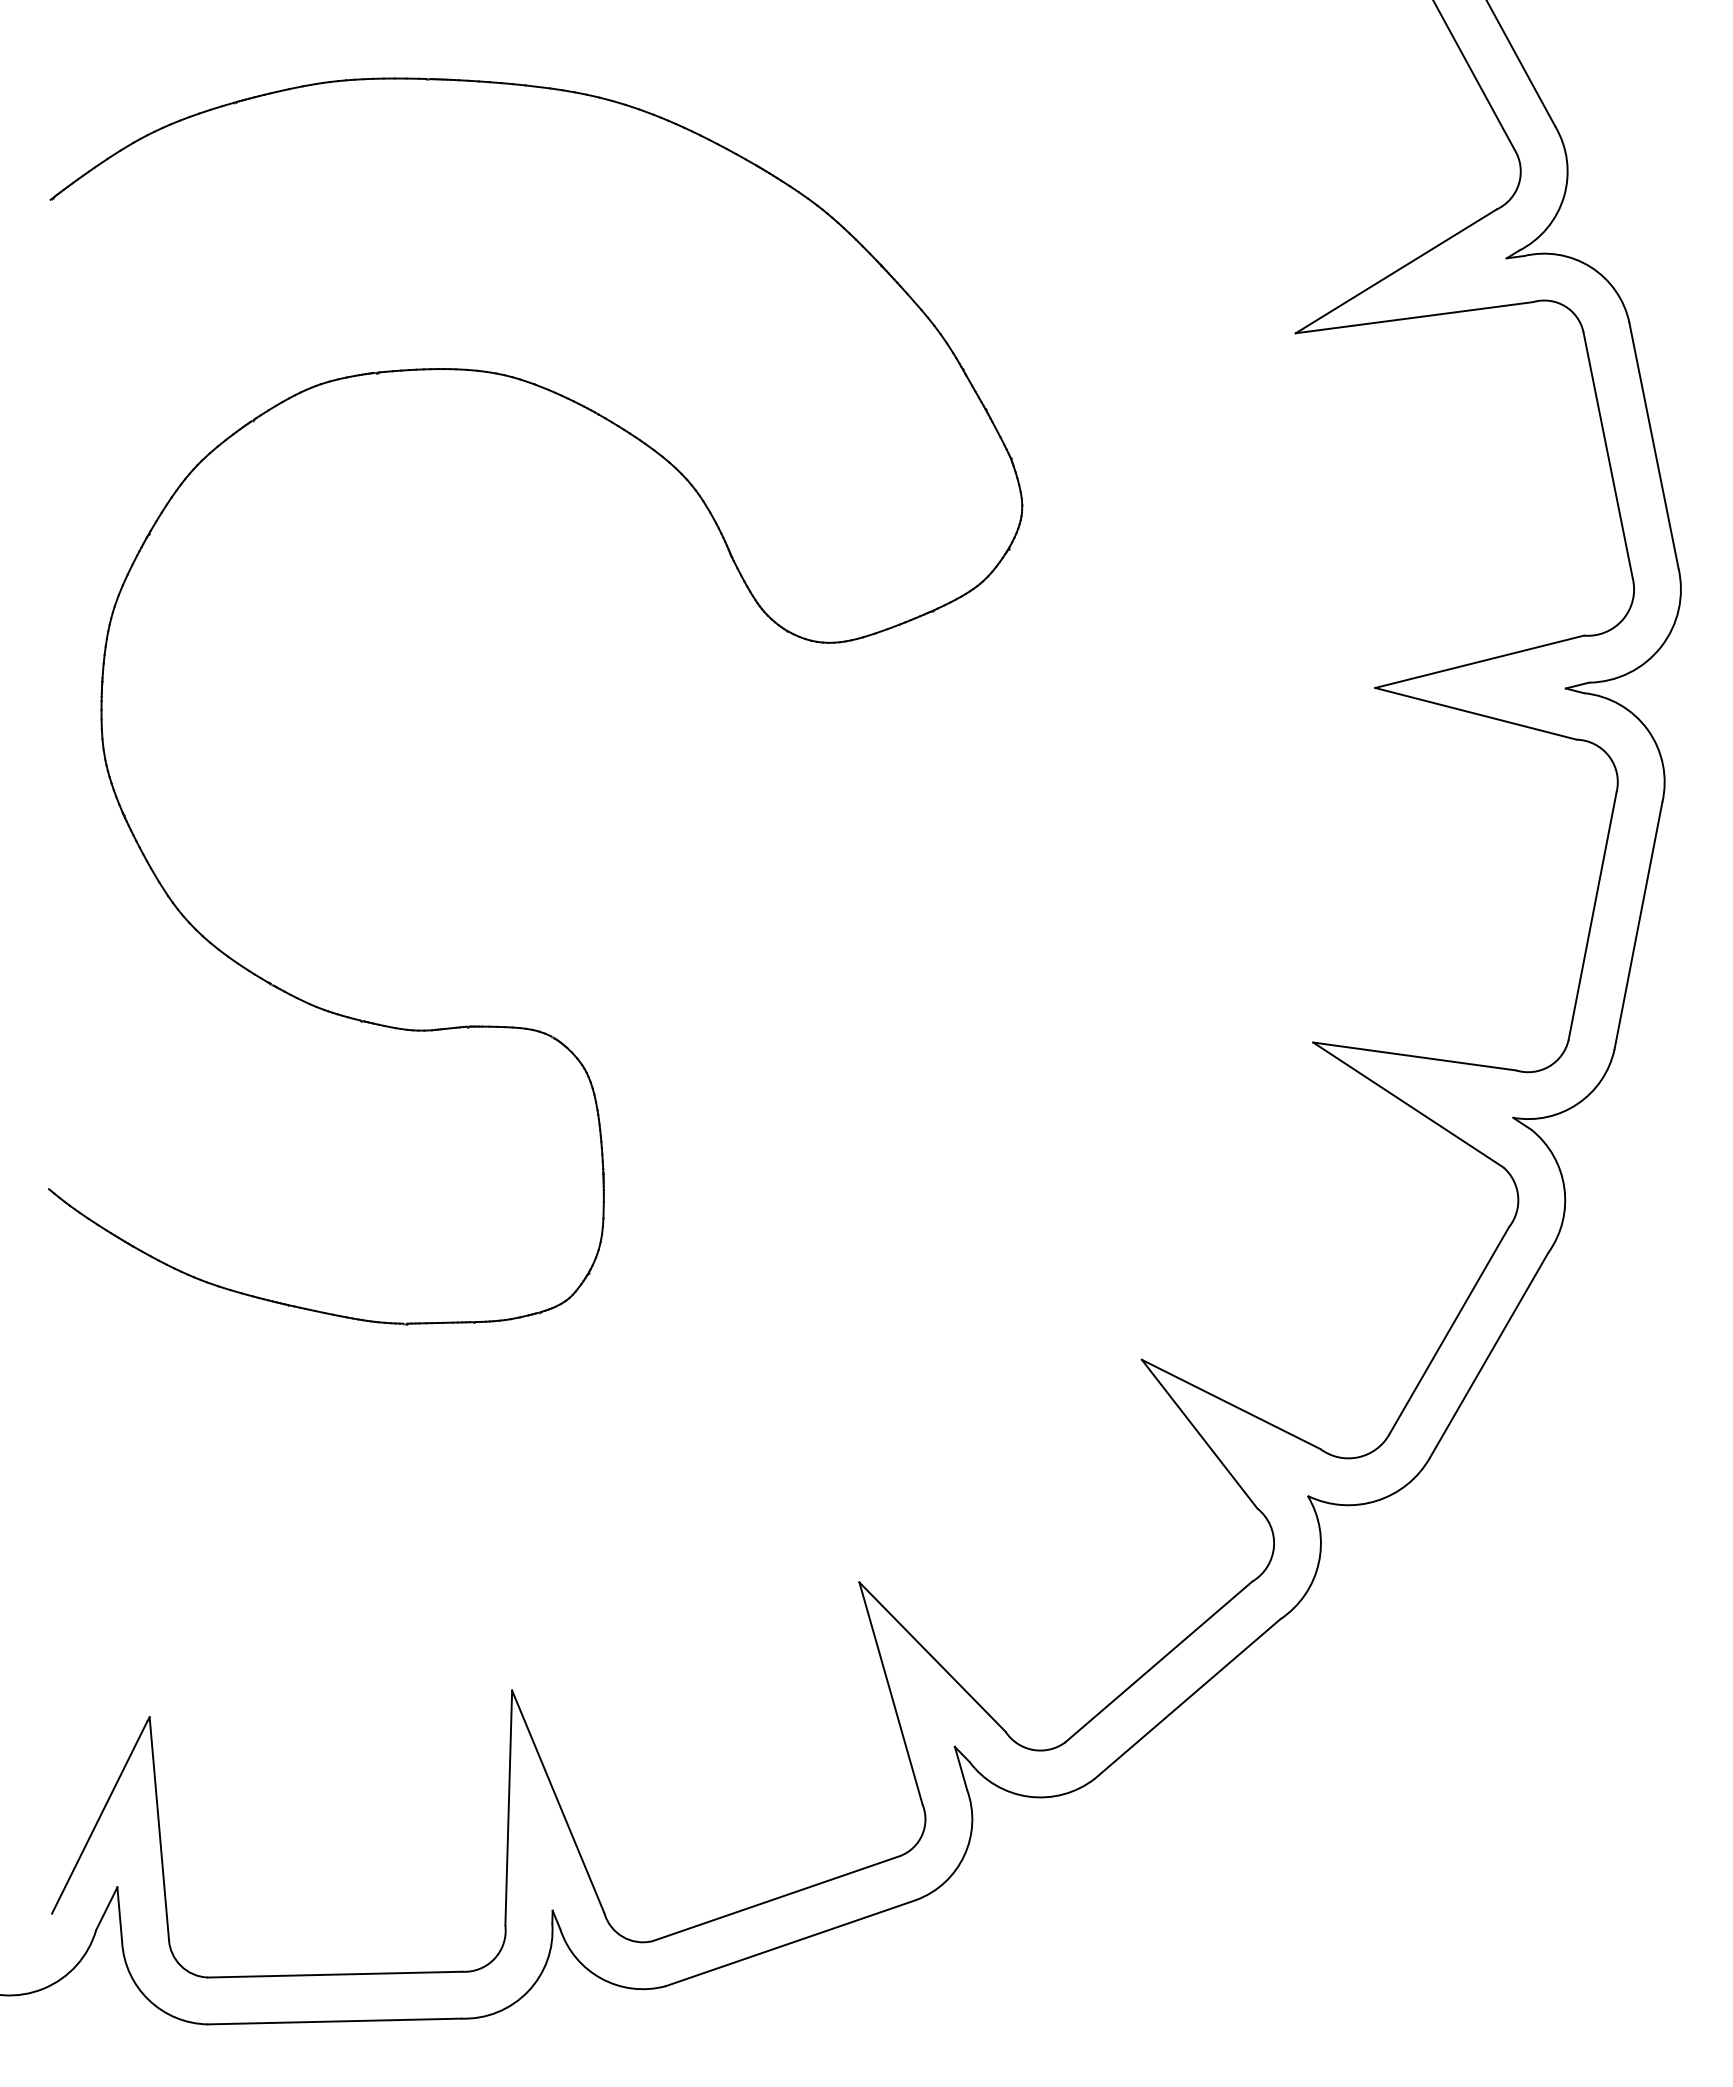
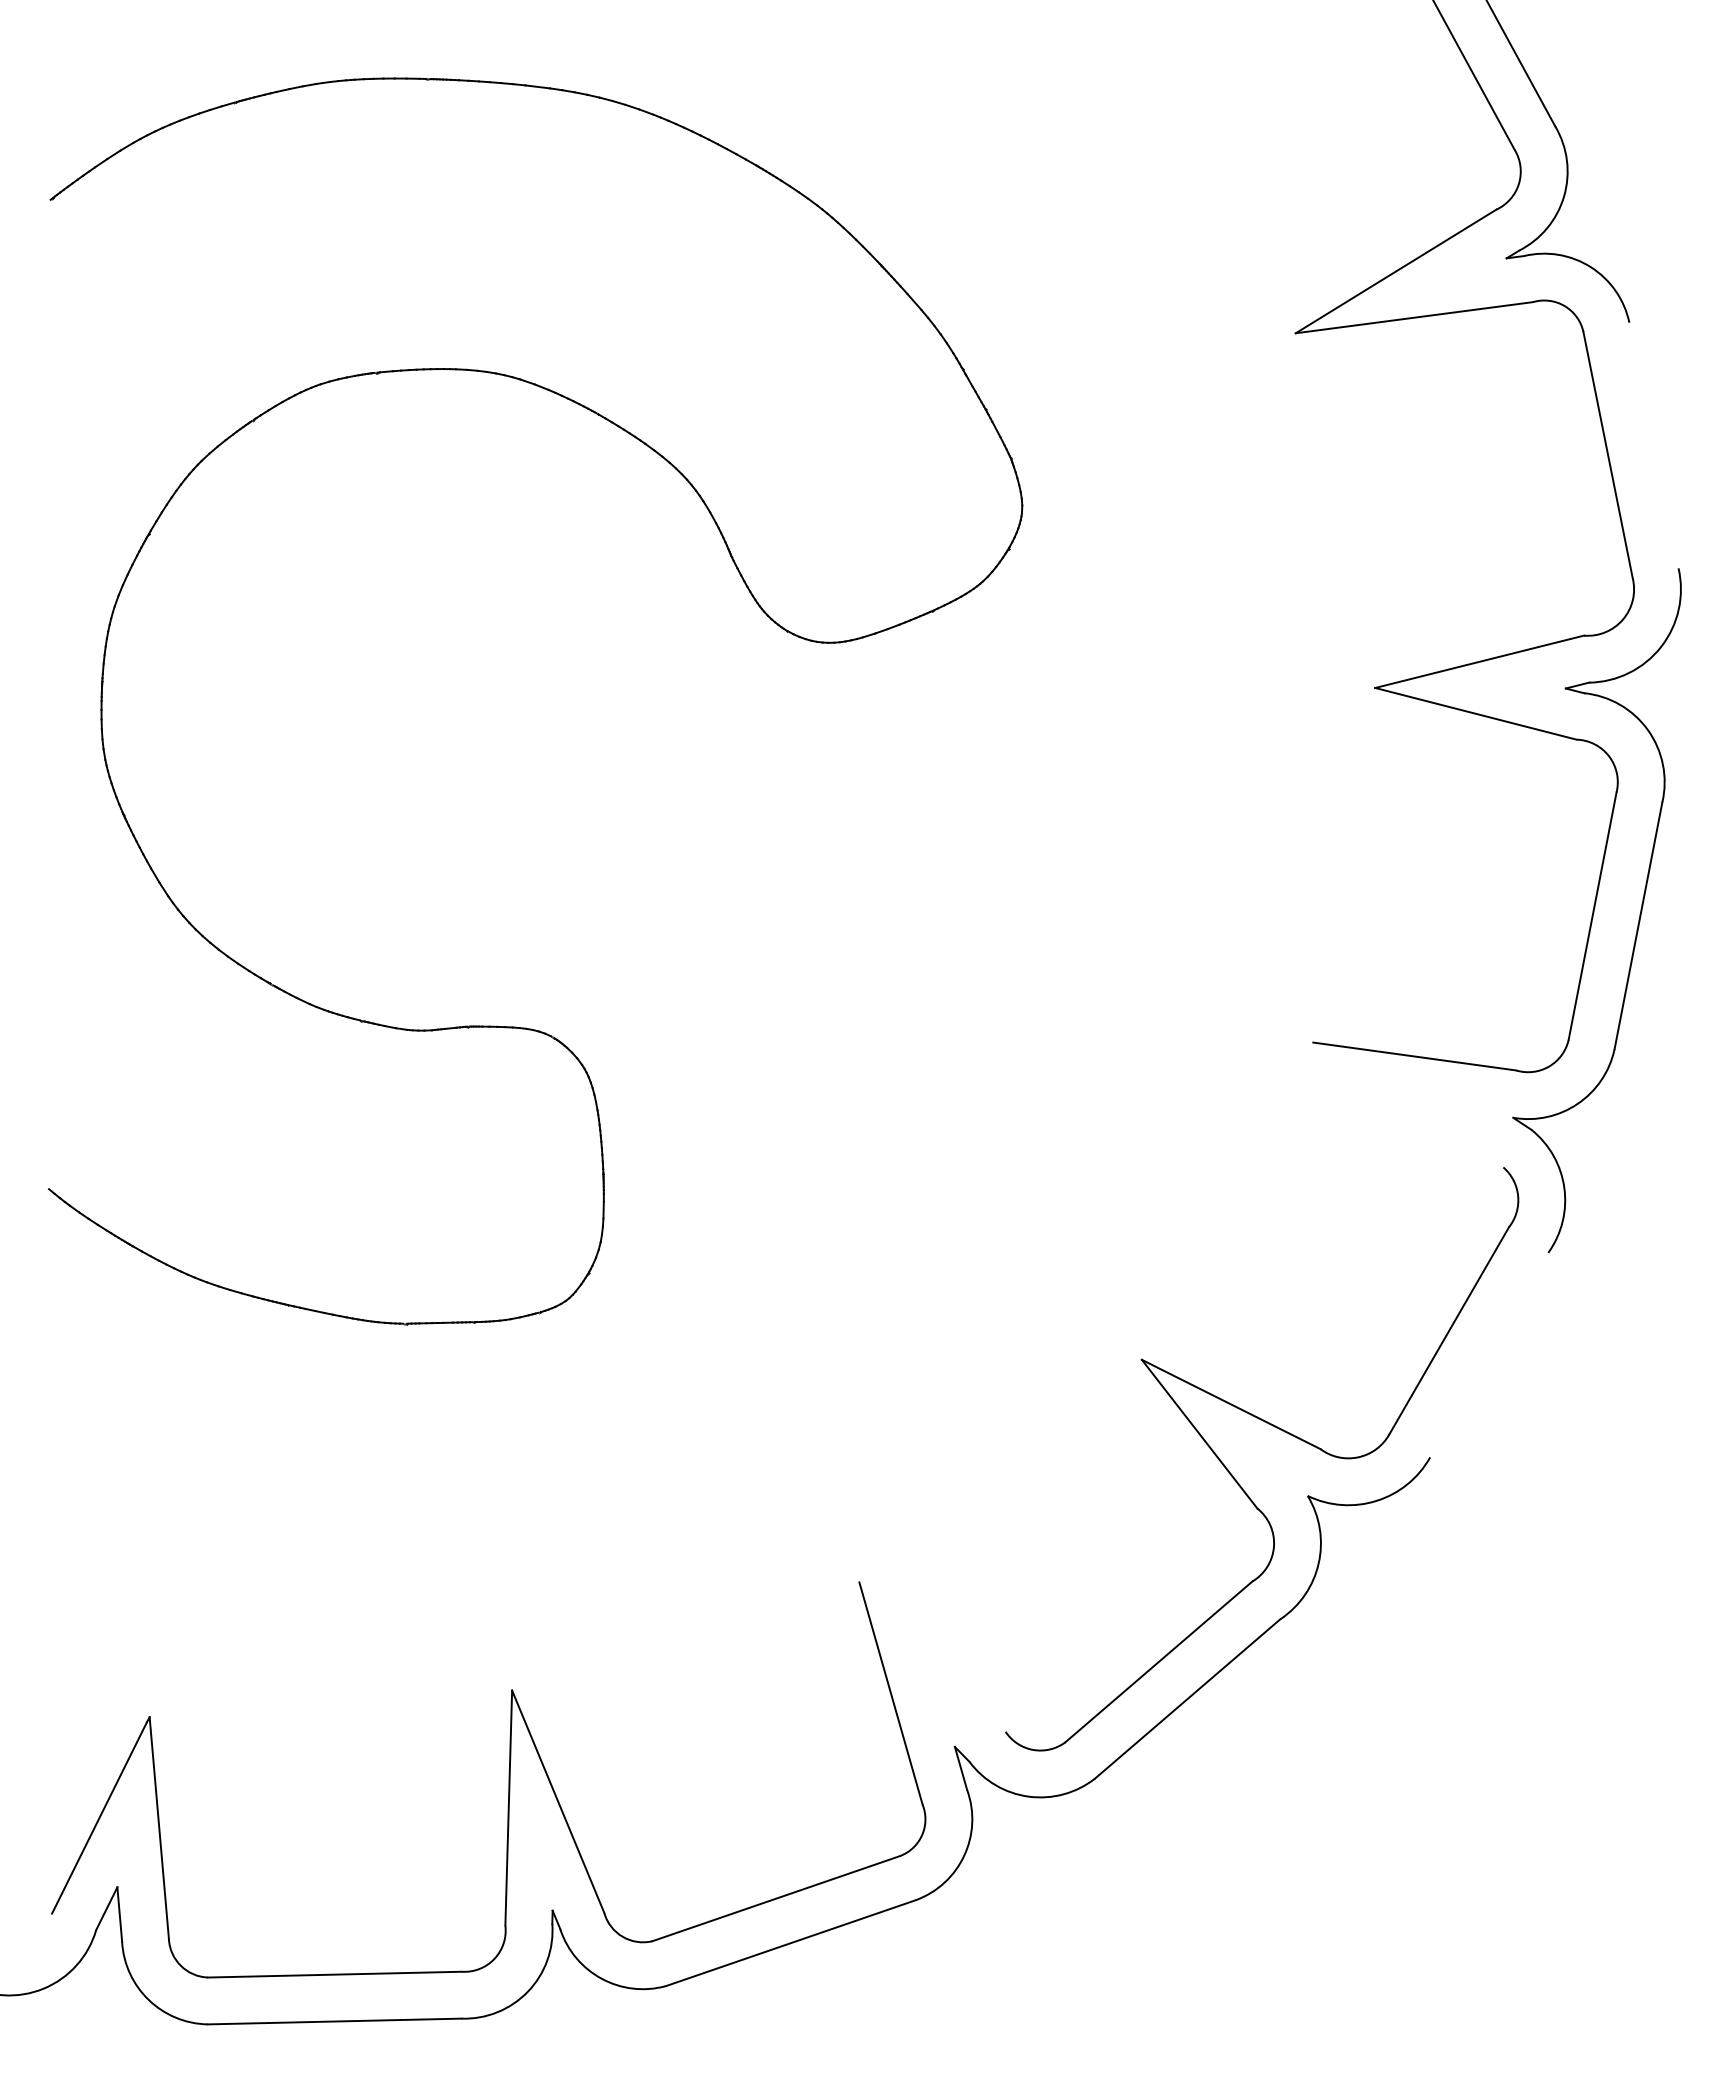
line at (1653, 445): present -> none
line at (1408, 1104): present -> none
line at (1489, 1354): present -> none
line at (932, 1656): present -> none
